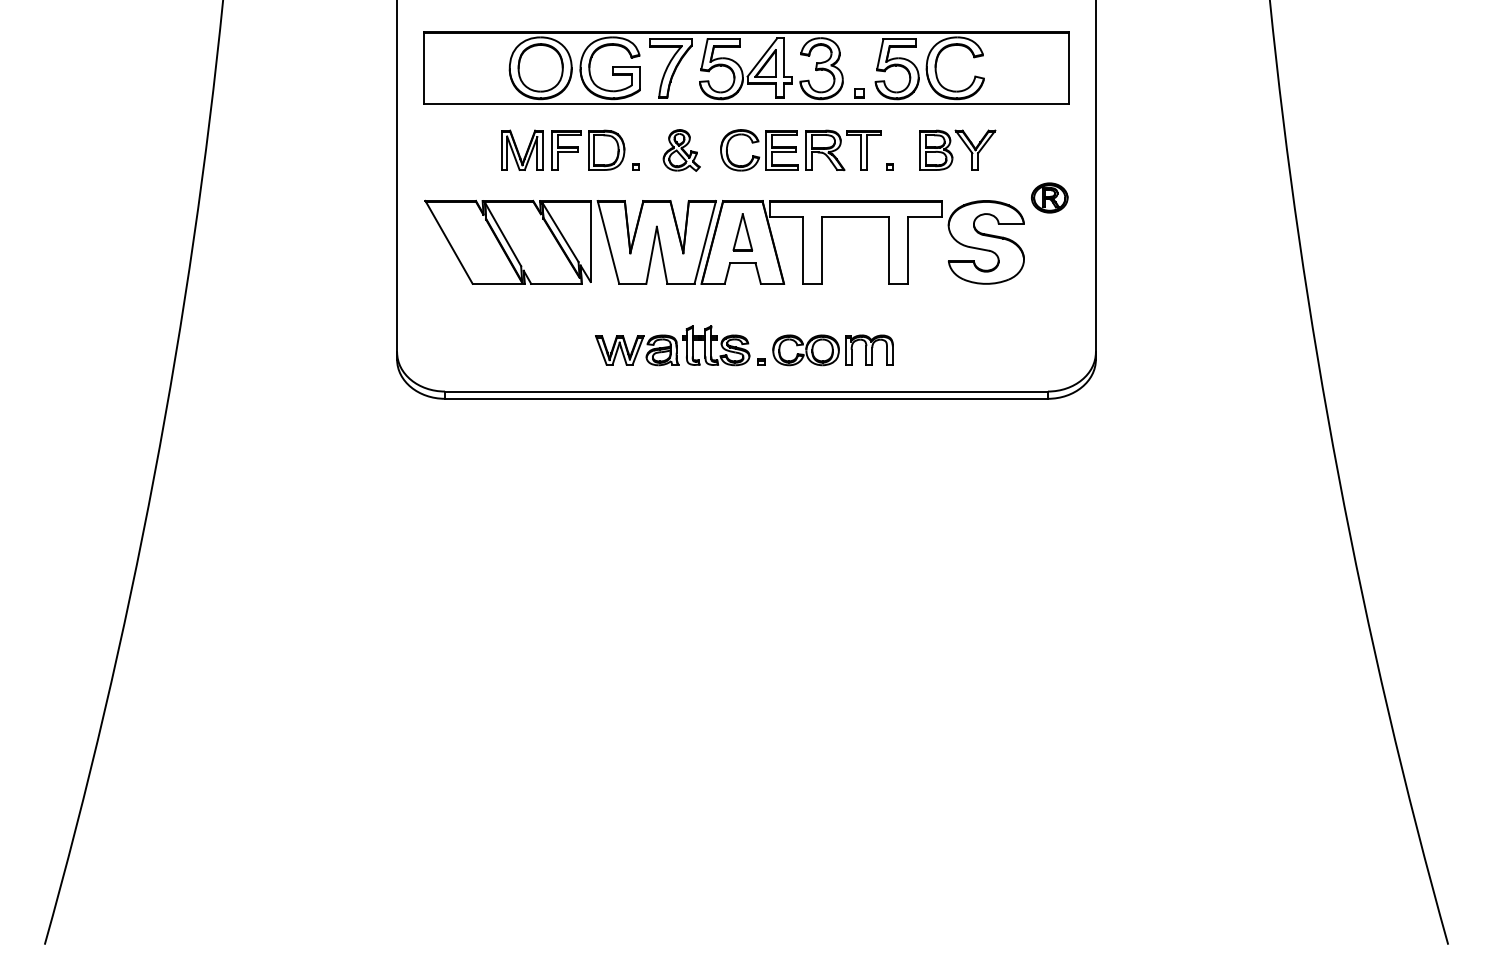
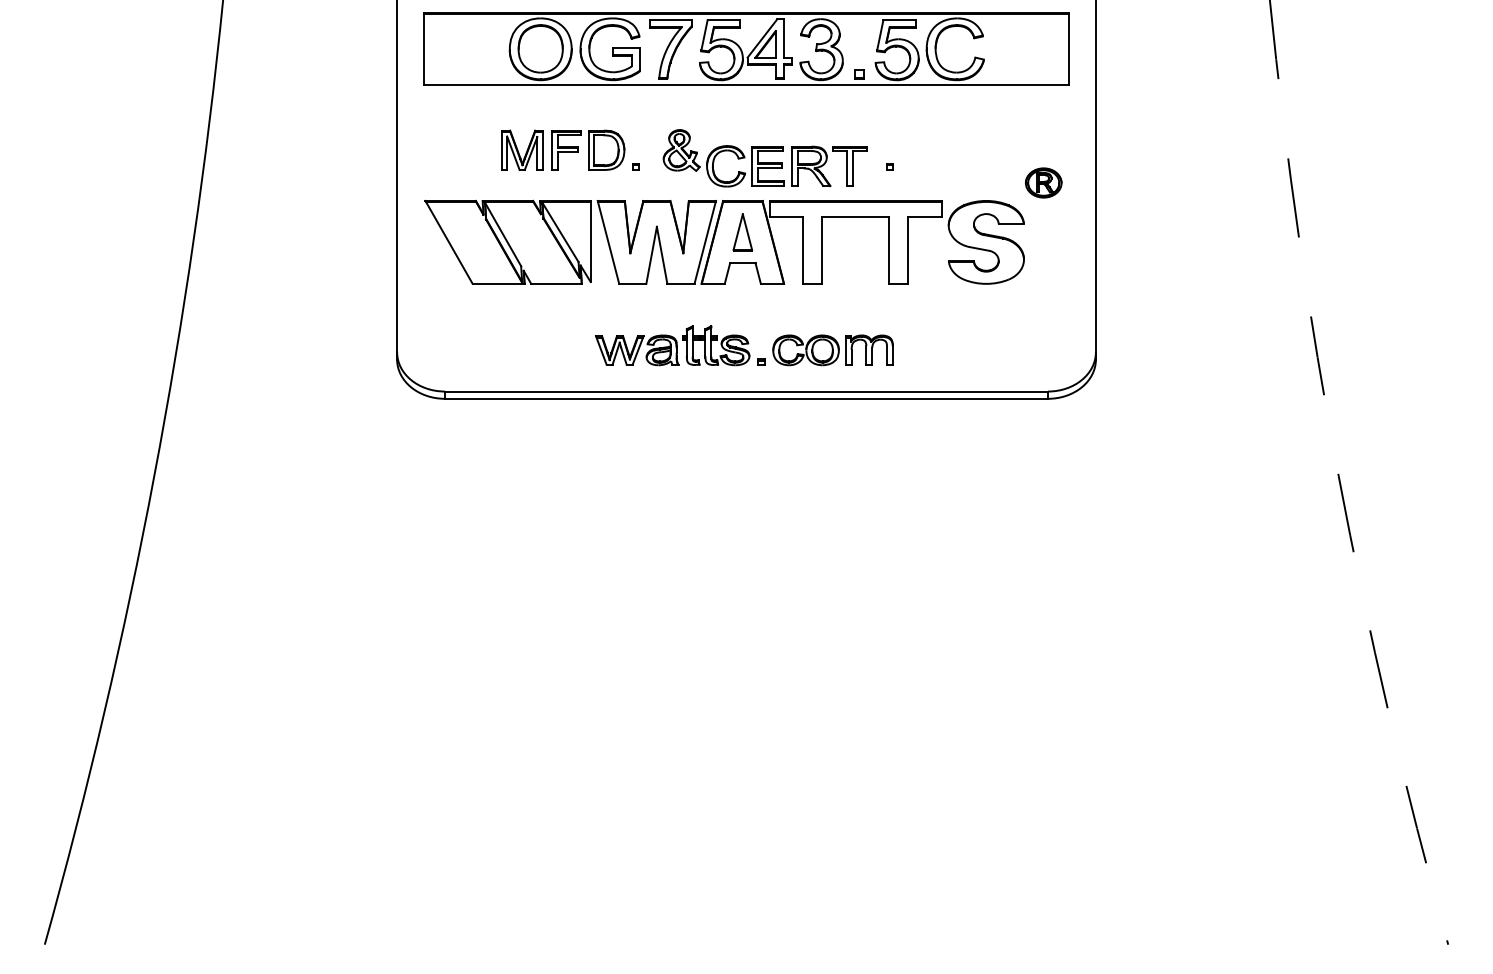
part at (746, 67) position: (746, 67) -> (746, 48)
part at (800, 150) position: (800, 150) -> (786, 166)
part at (952, 153): present -> none
part at (1049, 197) position: (1049, 197) -> (1043, 182)
arc at (1338, 476): solid -> dashed
